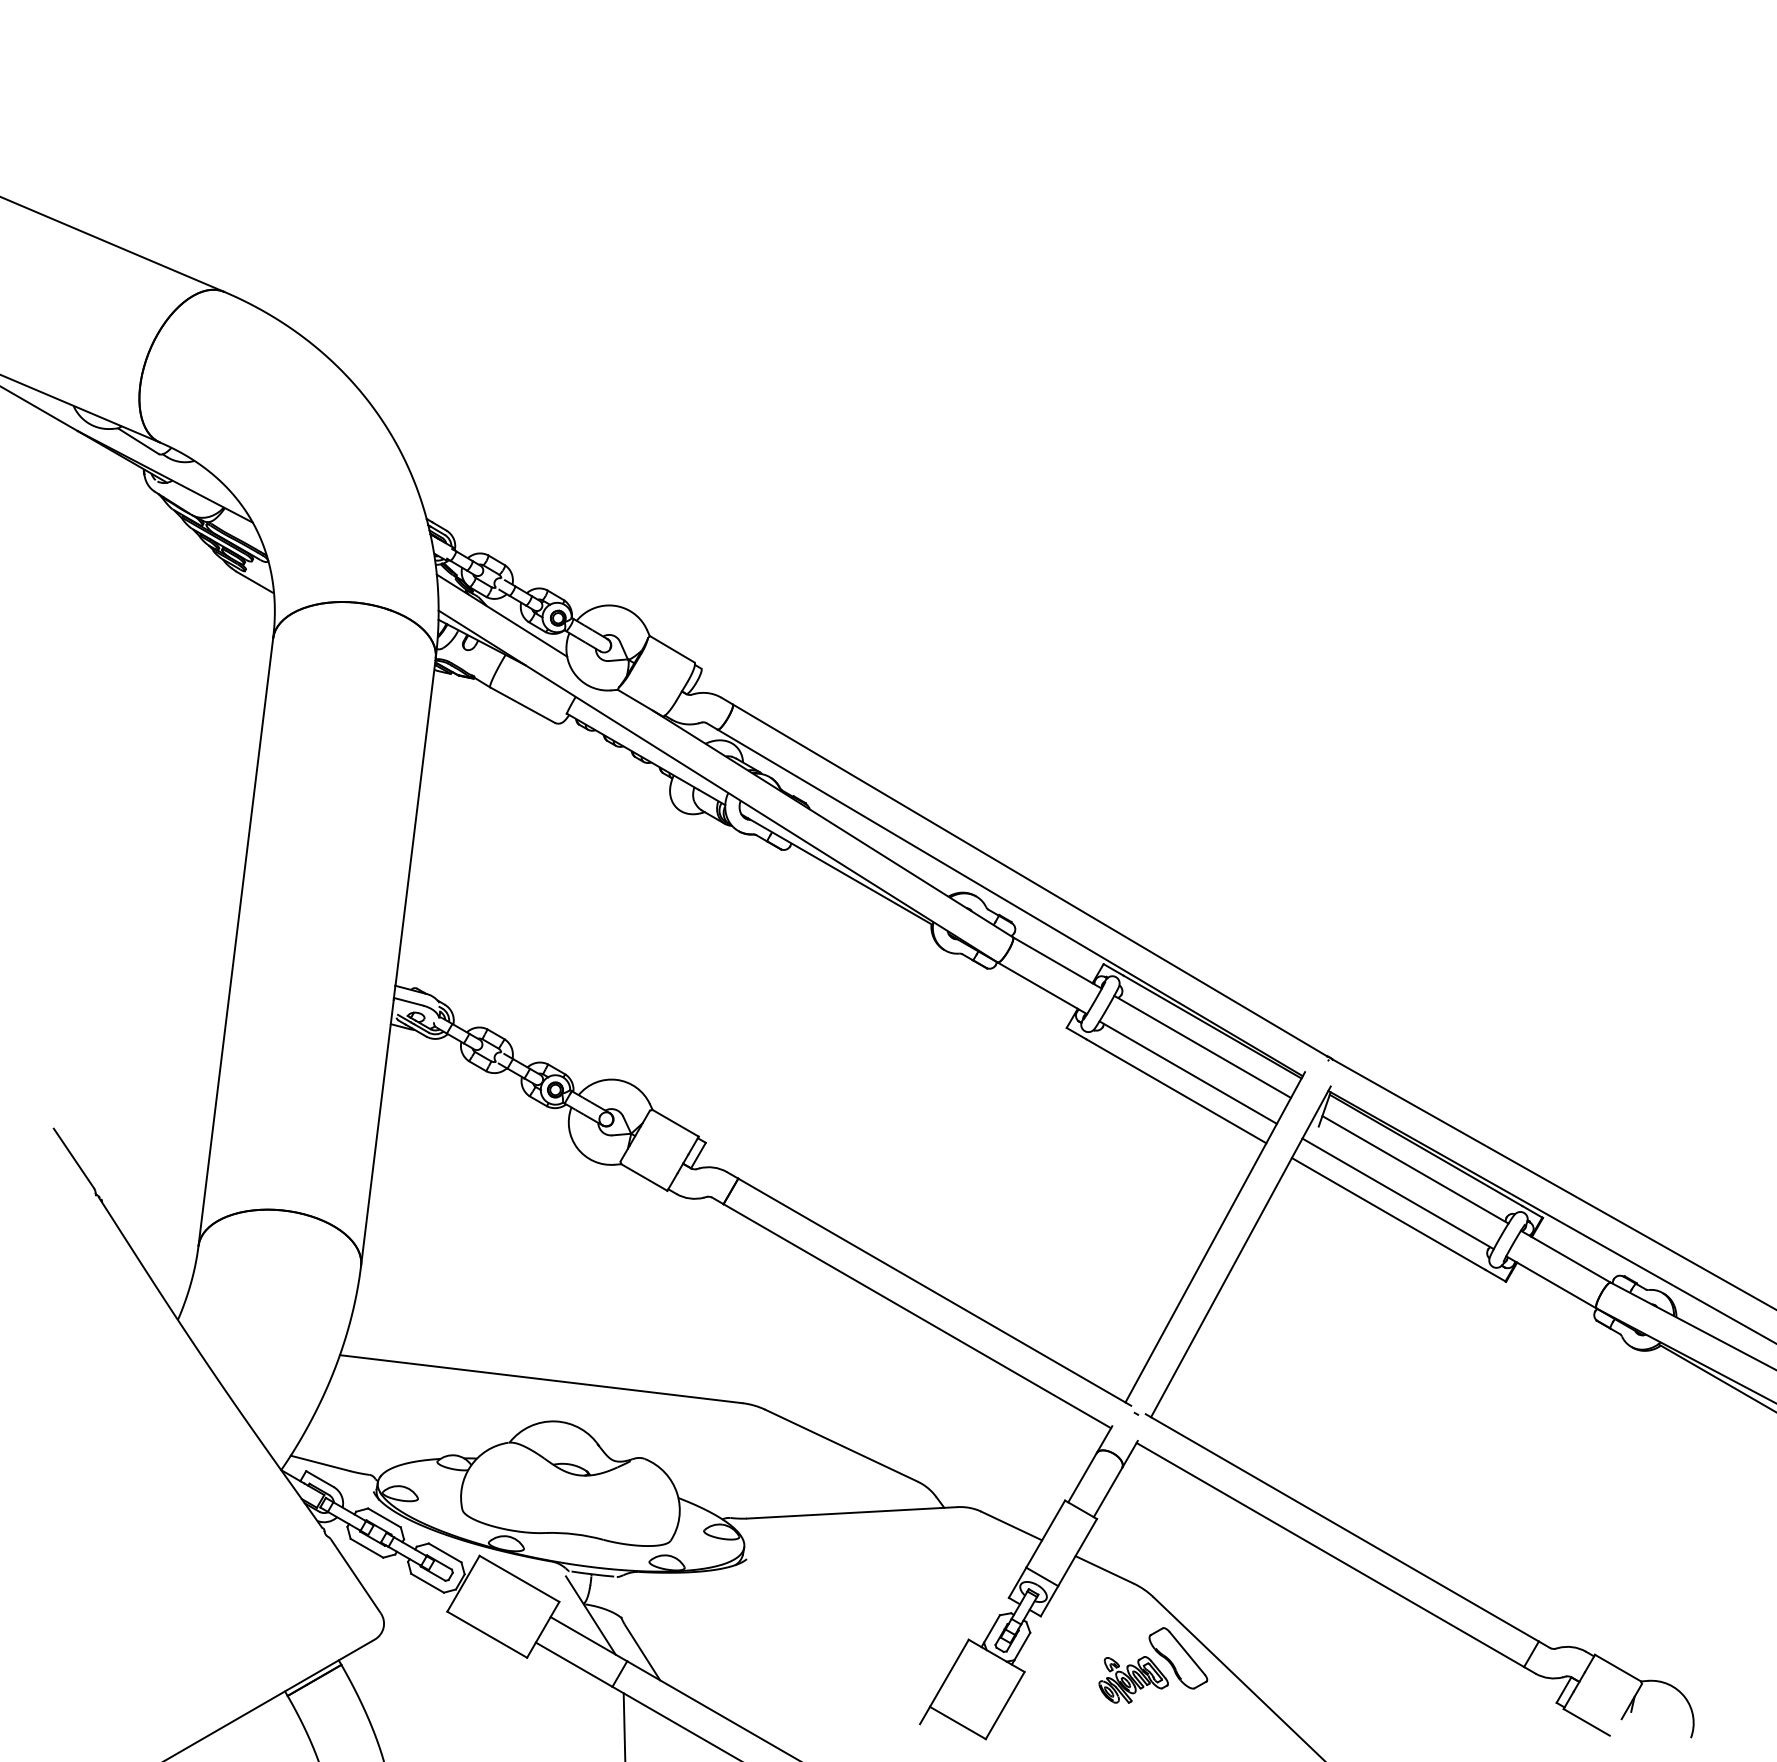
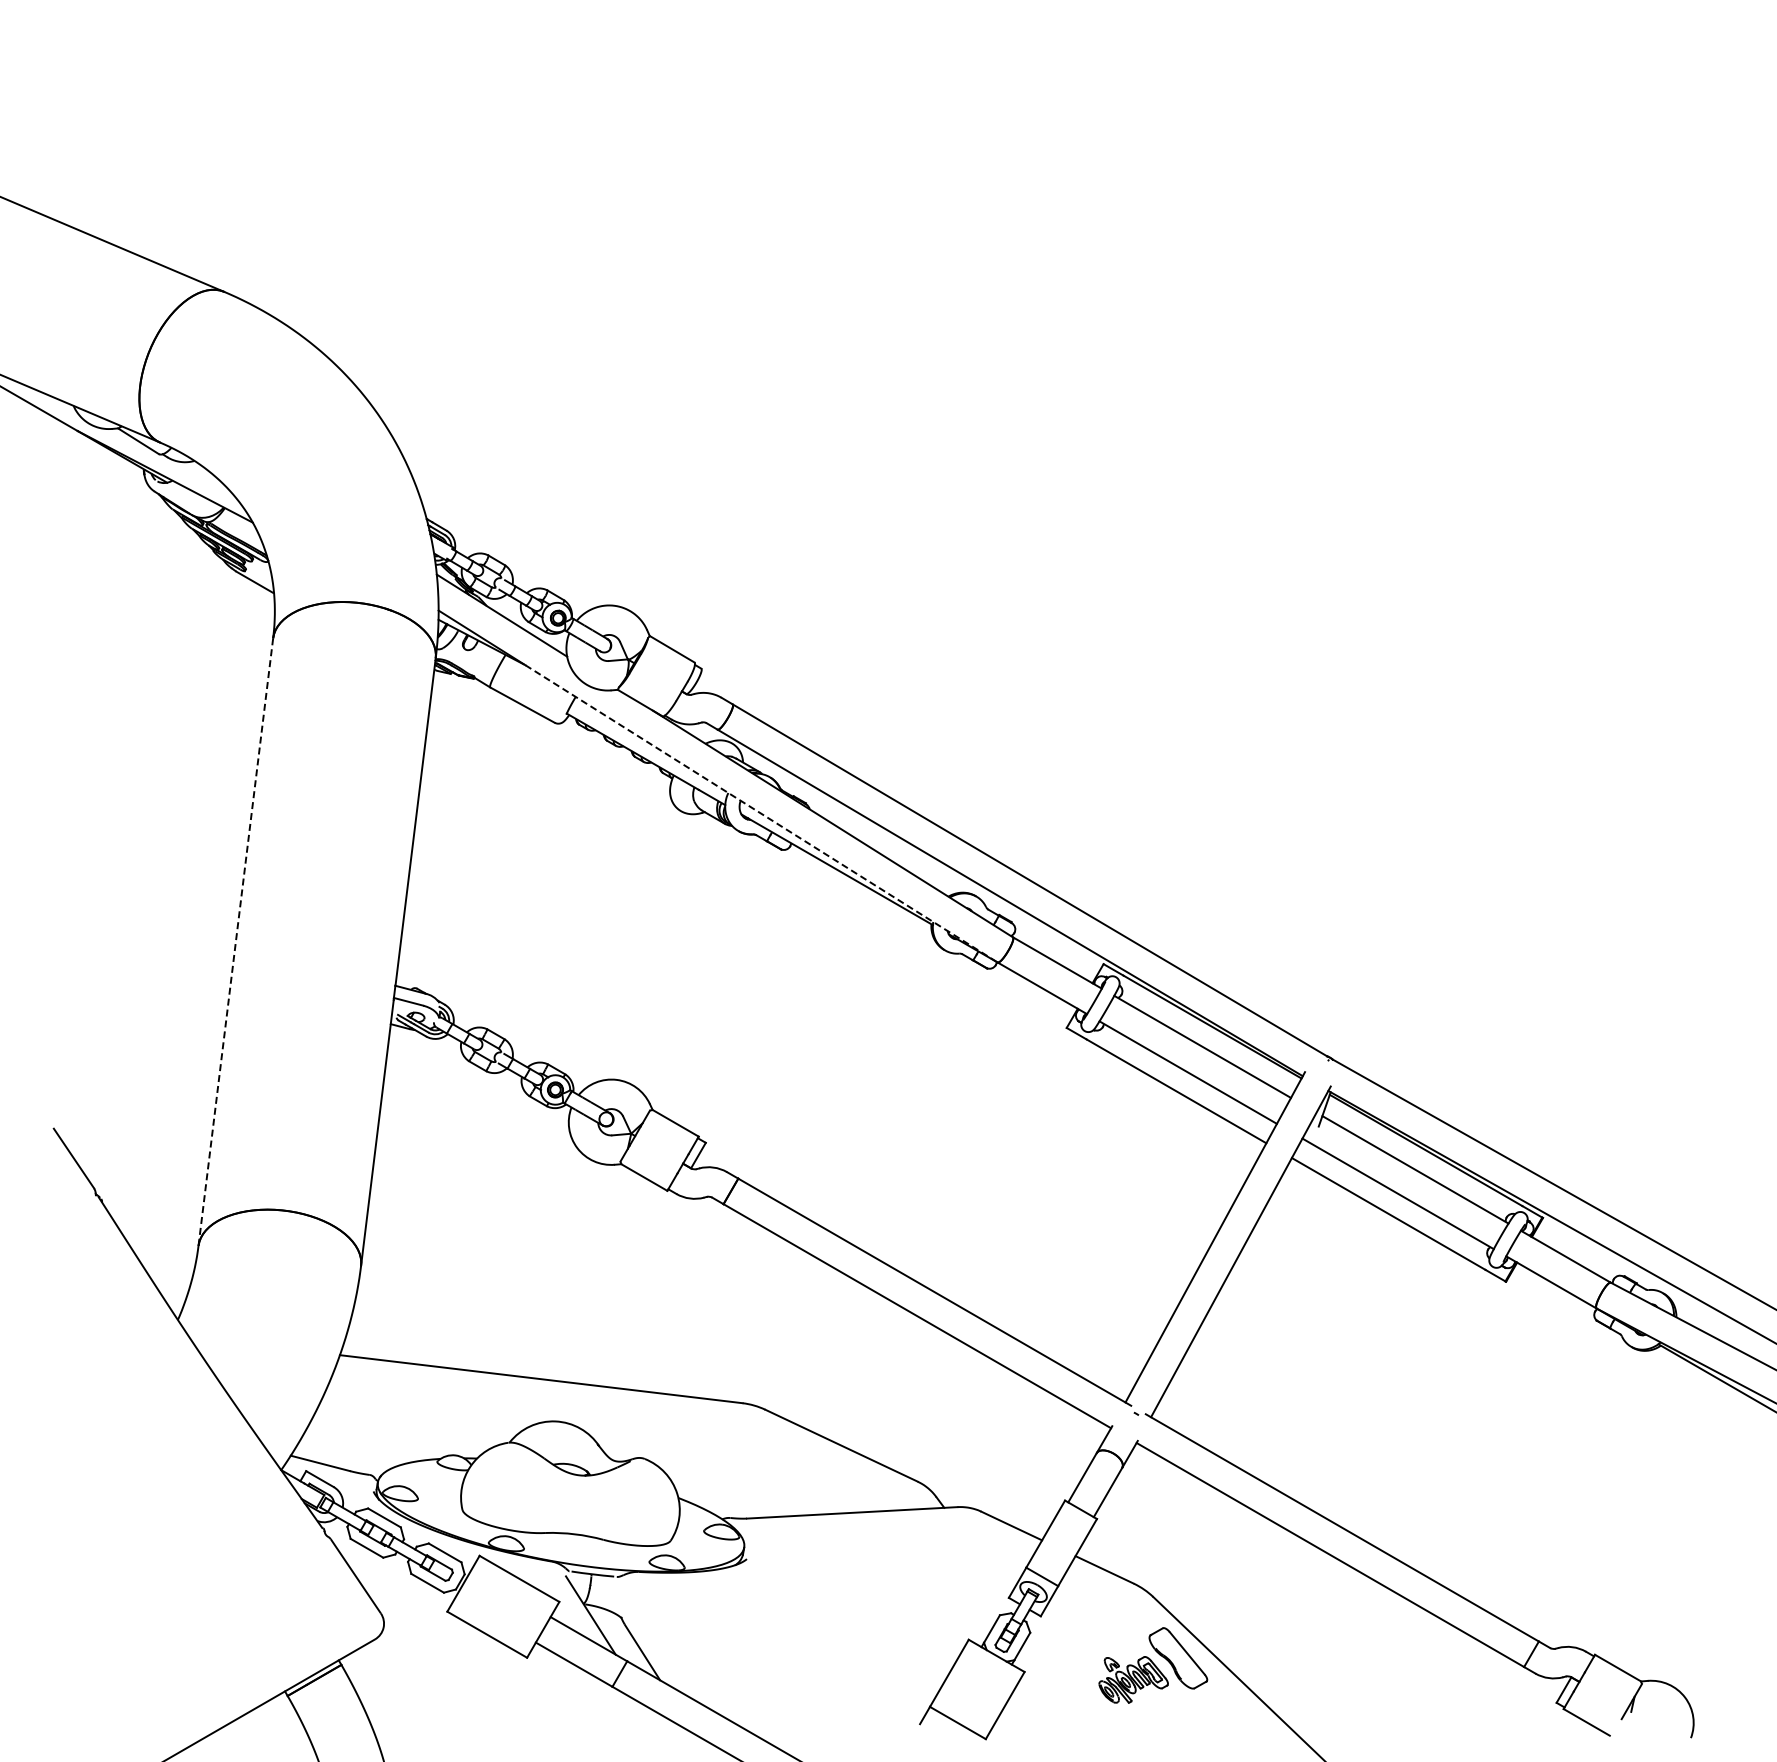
line at (761, 813): solid -> dashed
line at (235, 942): solid -> dashed
line at (624, 1725): present -> none
